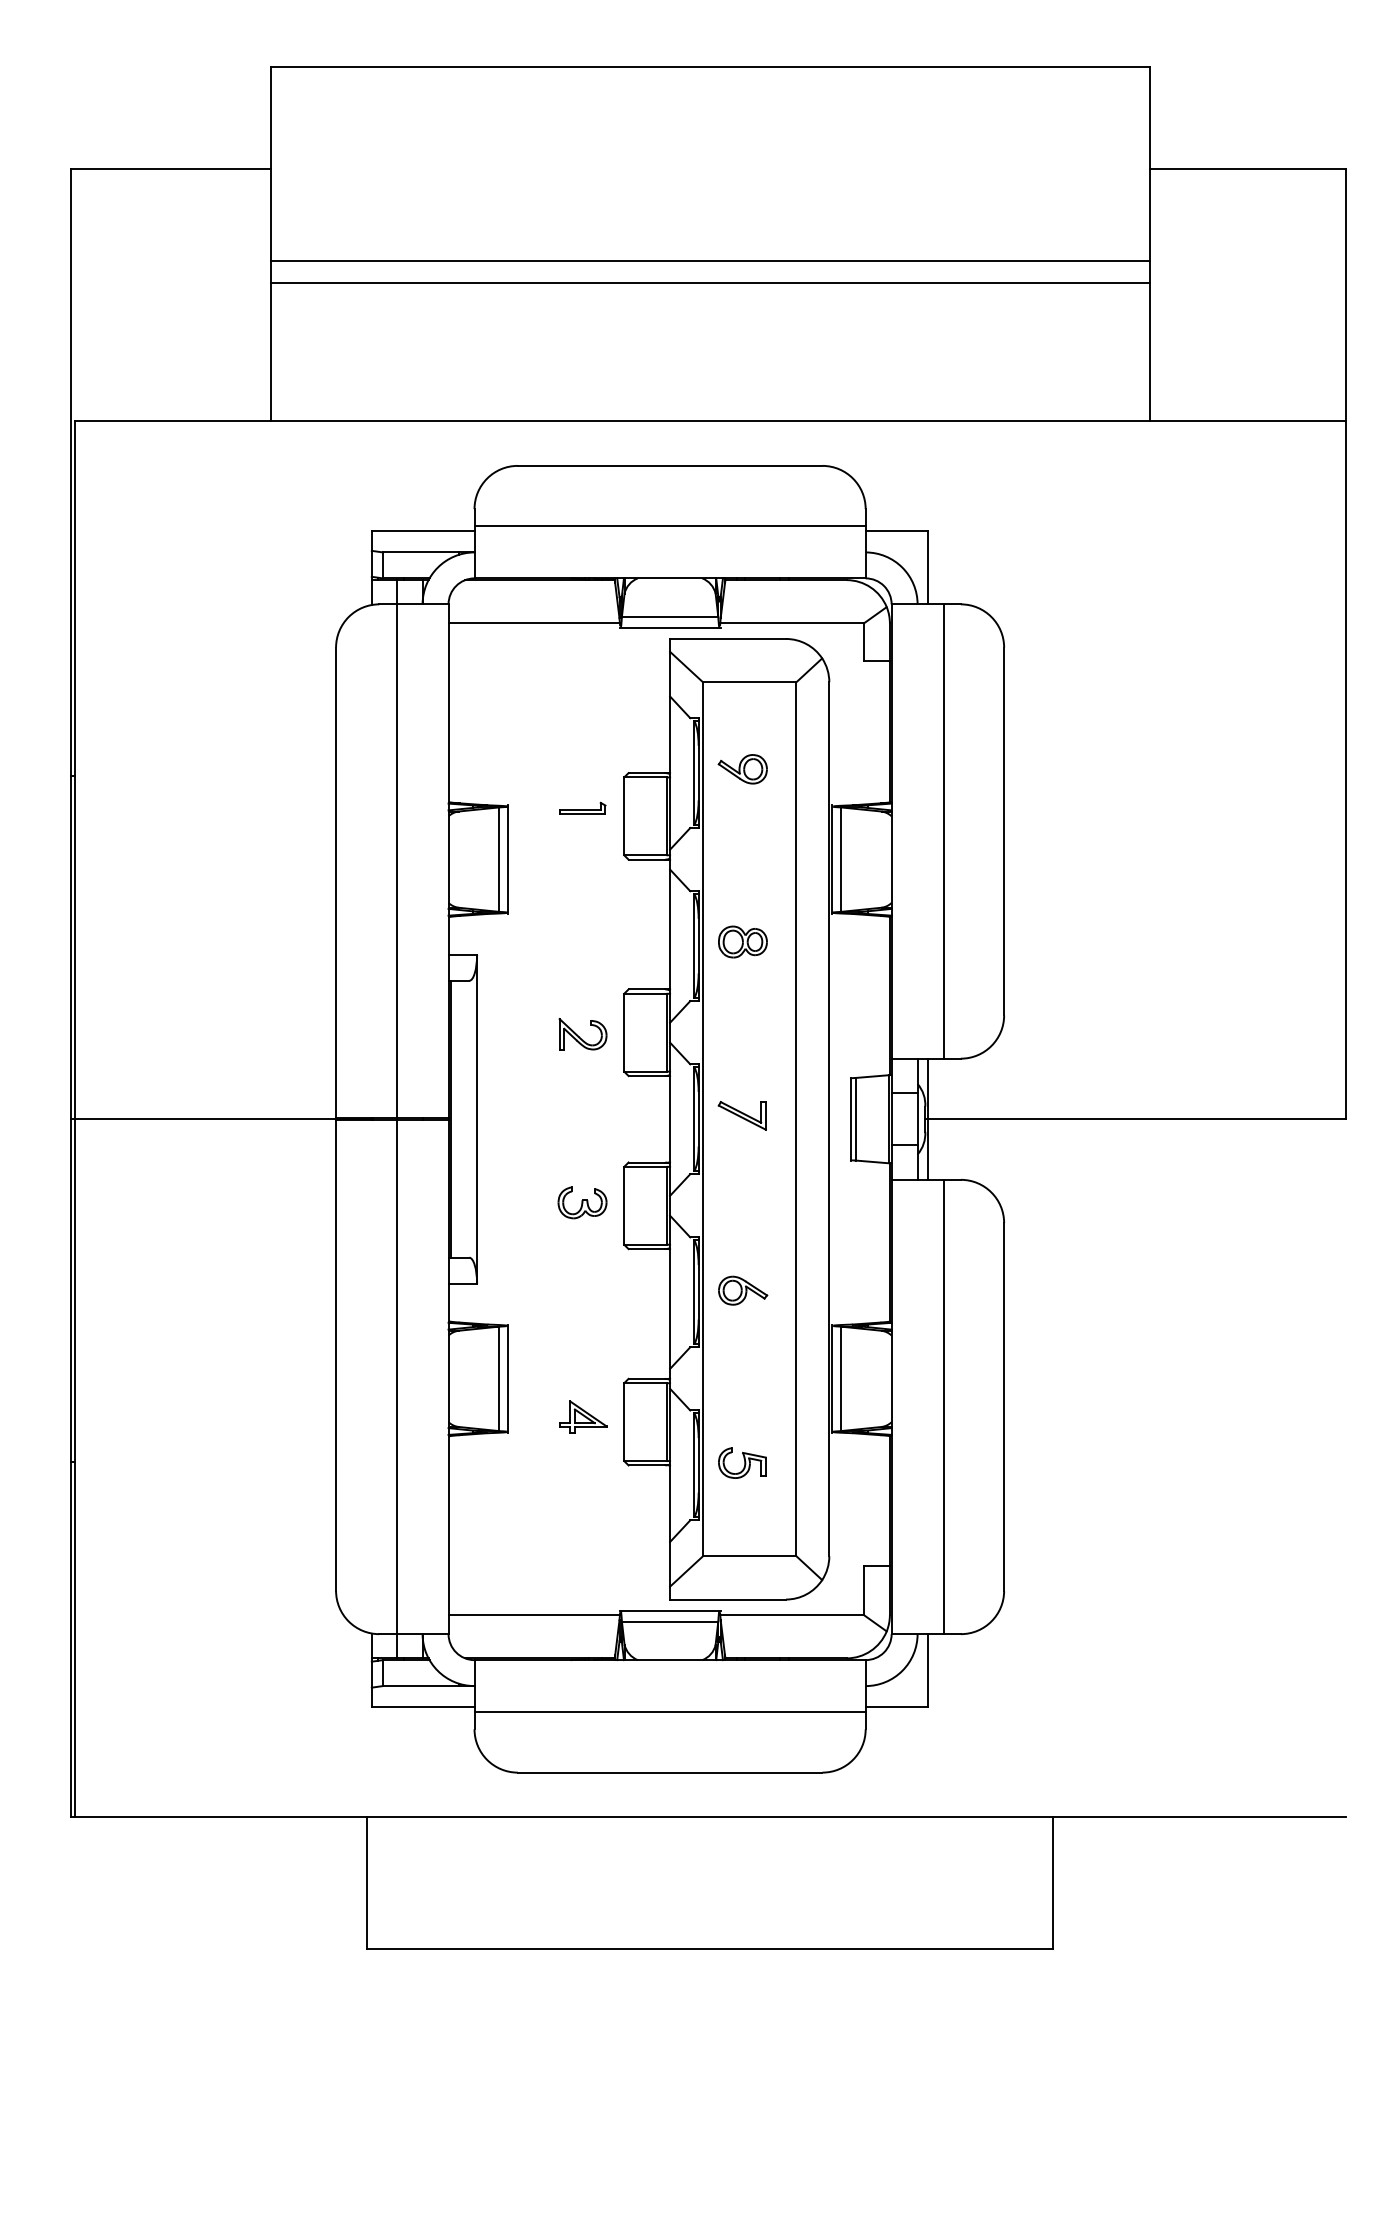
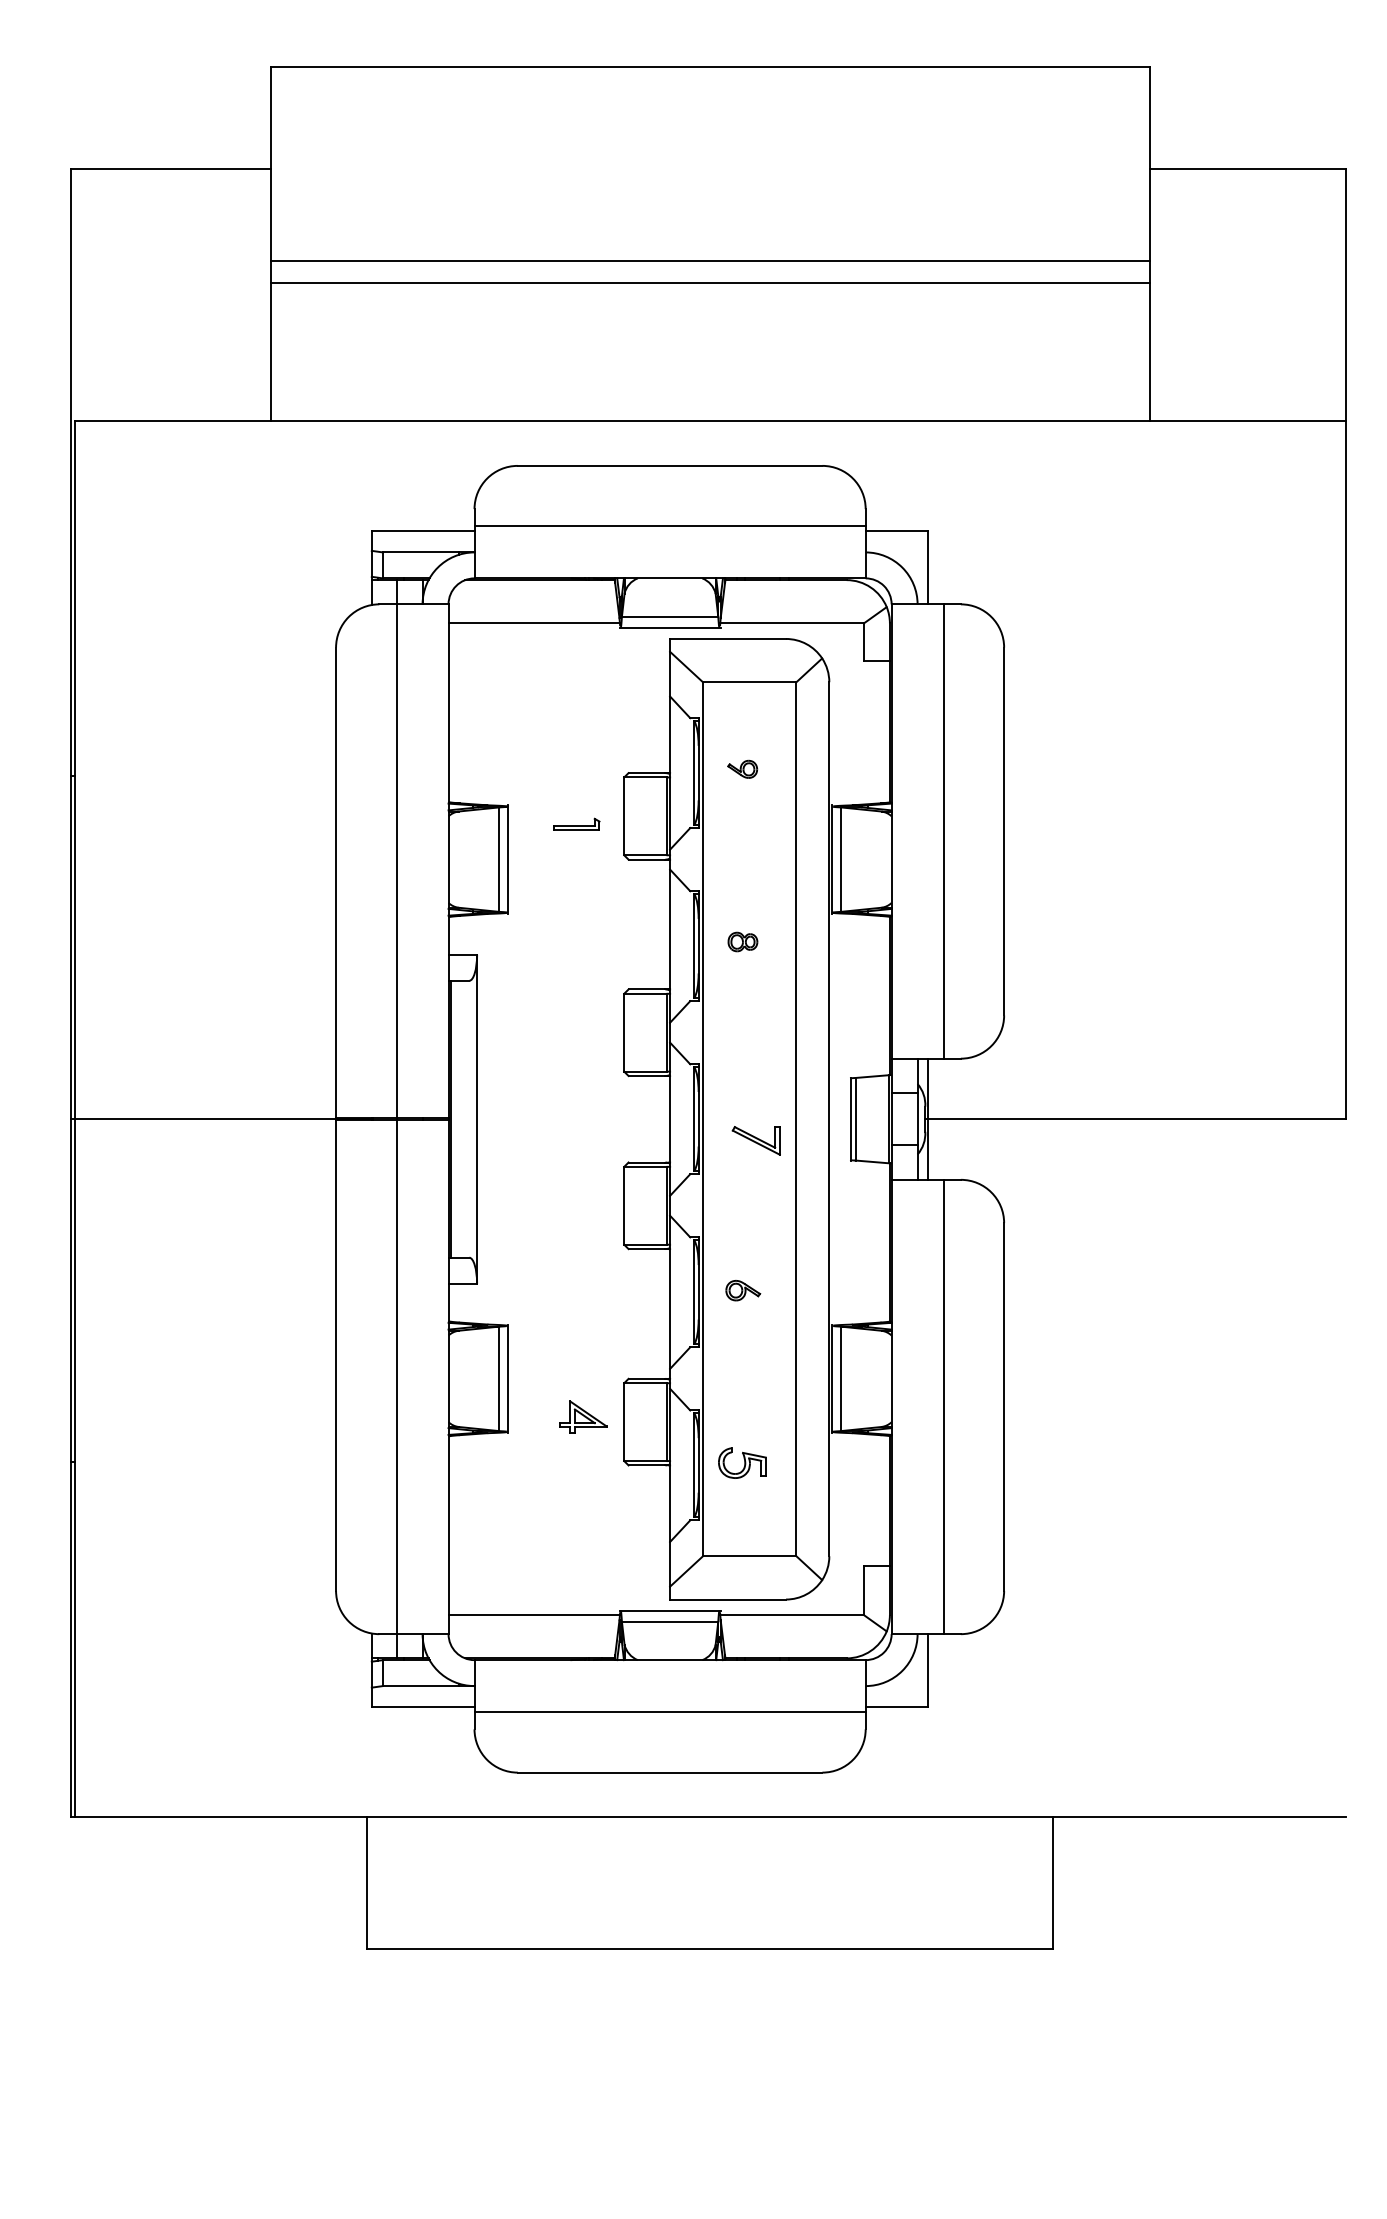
part at (742, 769) size: 51x31 px -> 32x20 px
part at (582, 807) position: (582, 807) -> (576, 823)
part at (742, 941) size: 50x34 px -> 32x22 px
part at (582, 1034): present -> none
part at (741, 1115) position: (741, 1115) -> (755, 1140)
part at (582, 1202): present -> none
part at (743, 1290) size: 51x31 px -> 37x22 px
